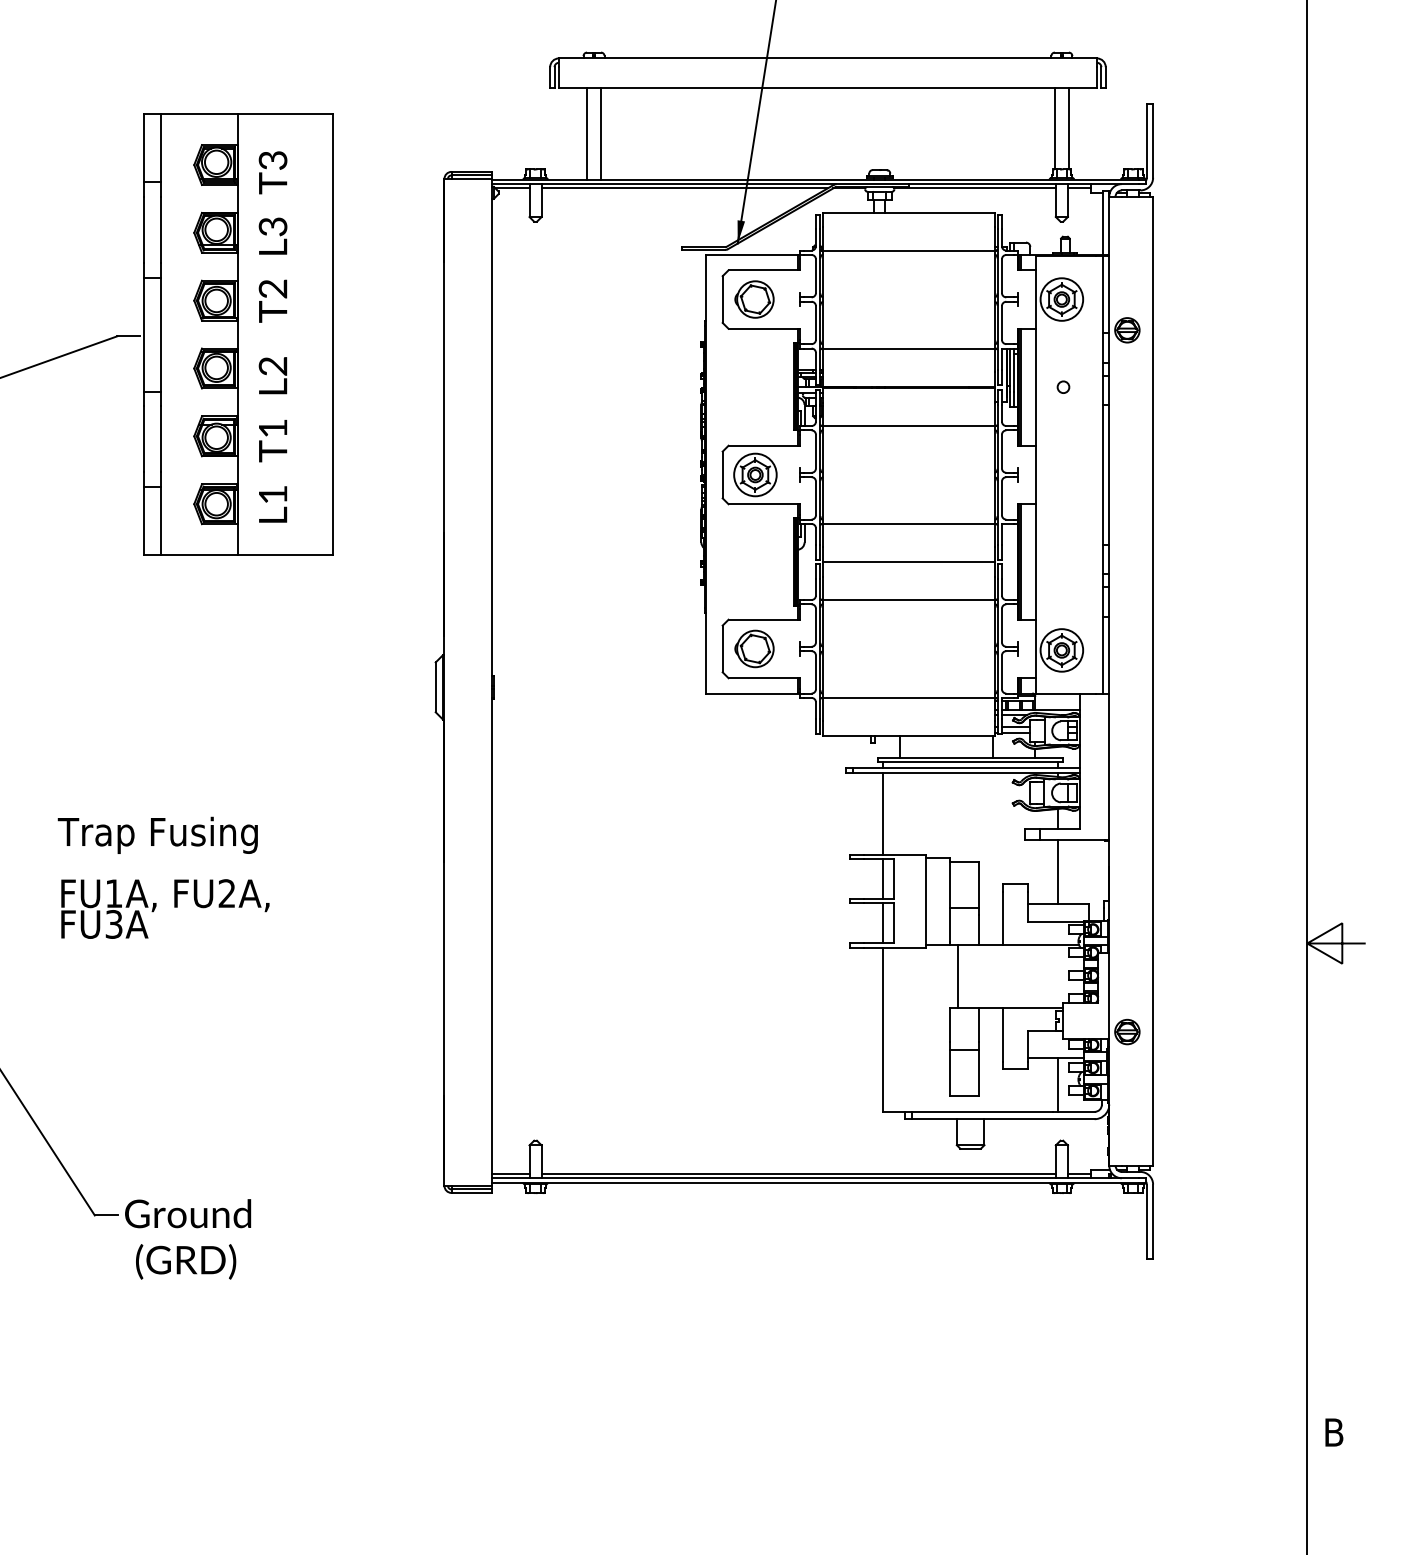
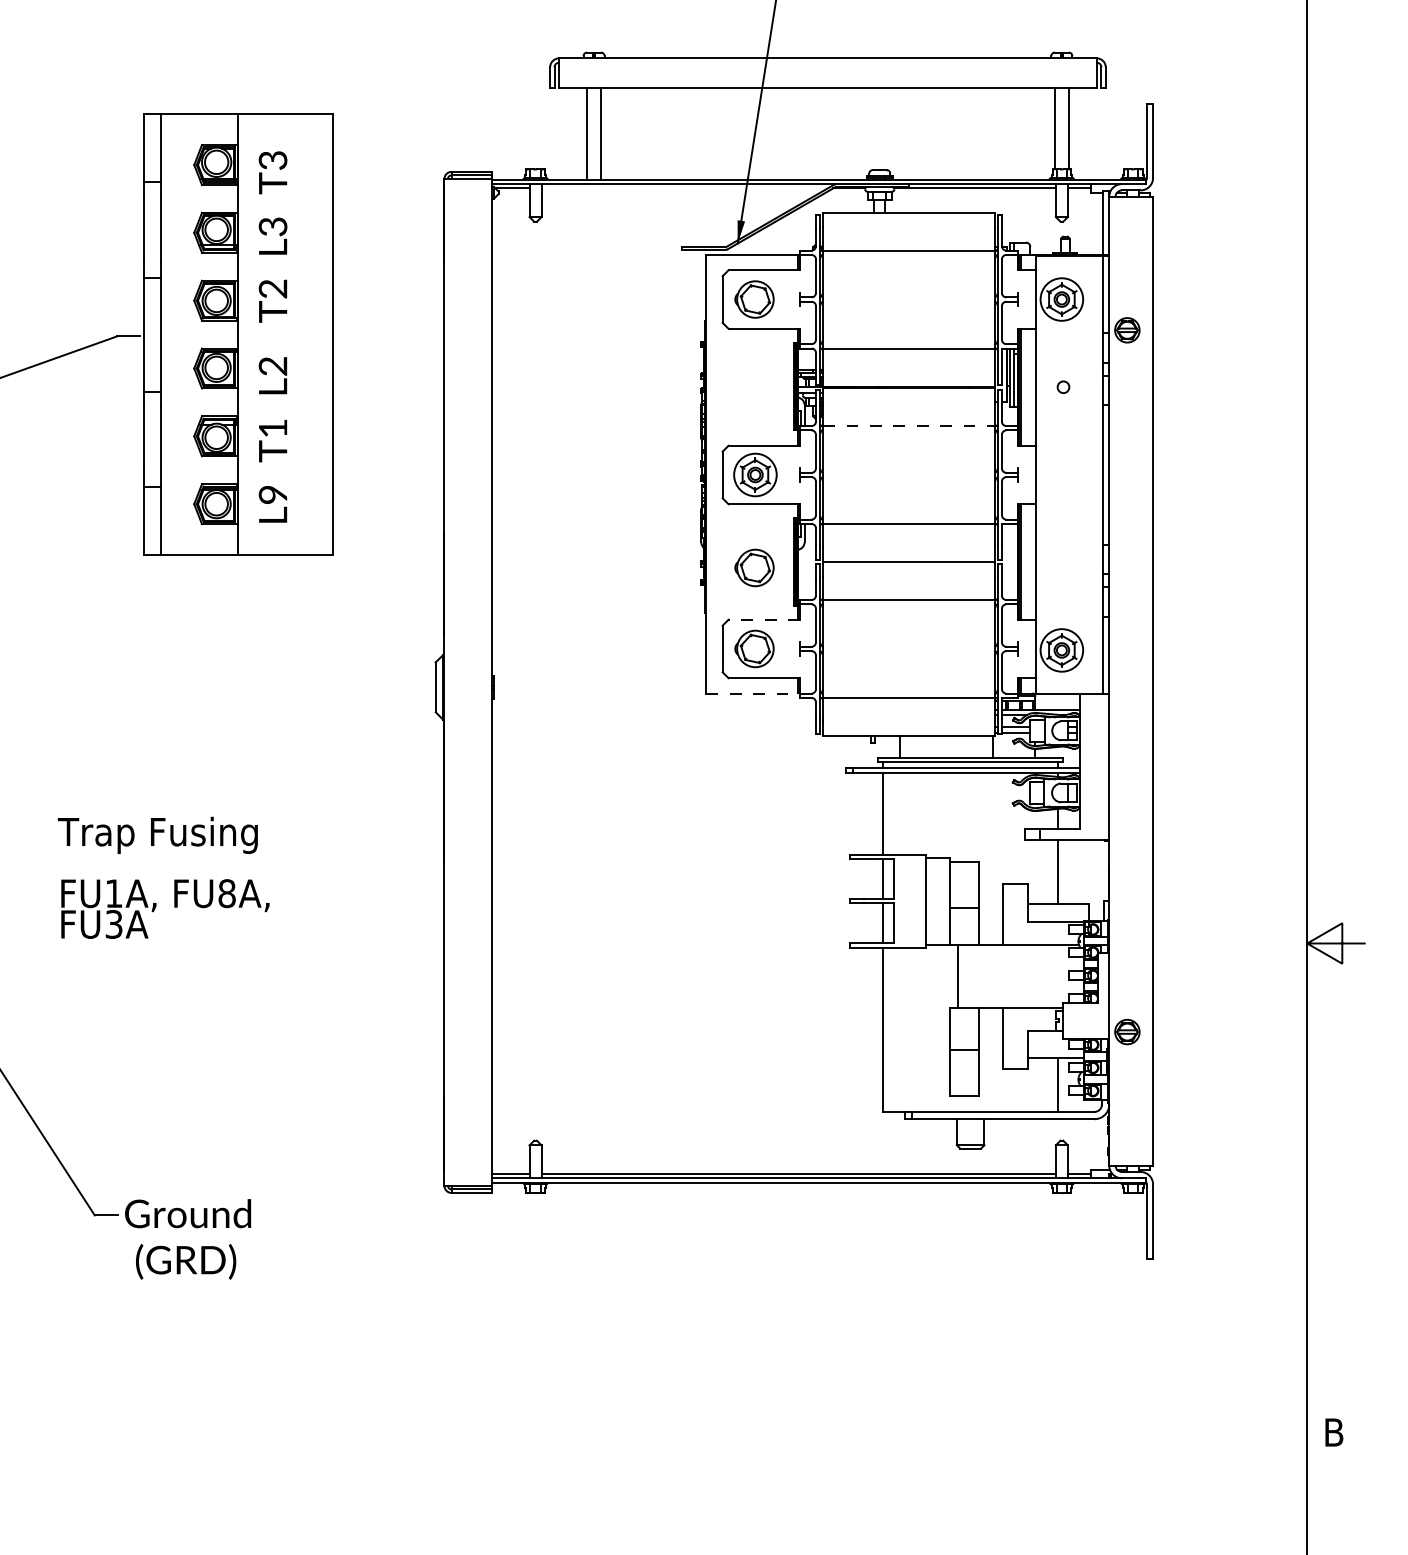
line at (684, 188): present -> none
line at (908, 426): solid -> dashed
text at (272, 494): L1 -> L9
part at (754, 567): none -> present
line at (764, 619): solid -> dashed
line at (753, 693): solid -> dashed
text at (226, 893): FU2A, -> FU8A,
